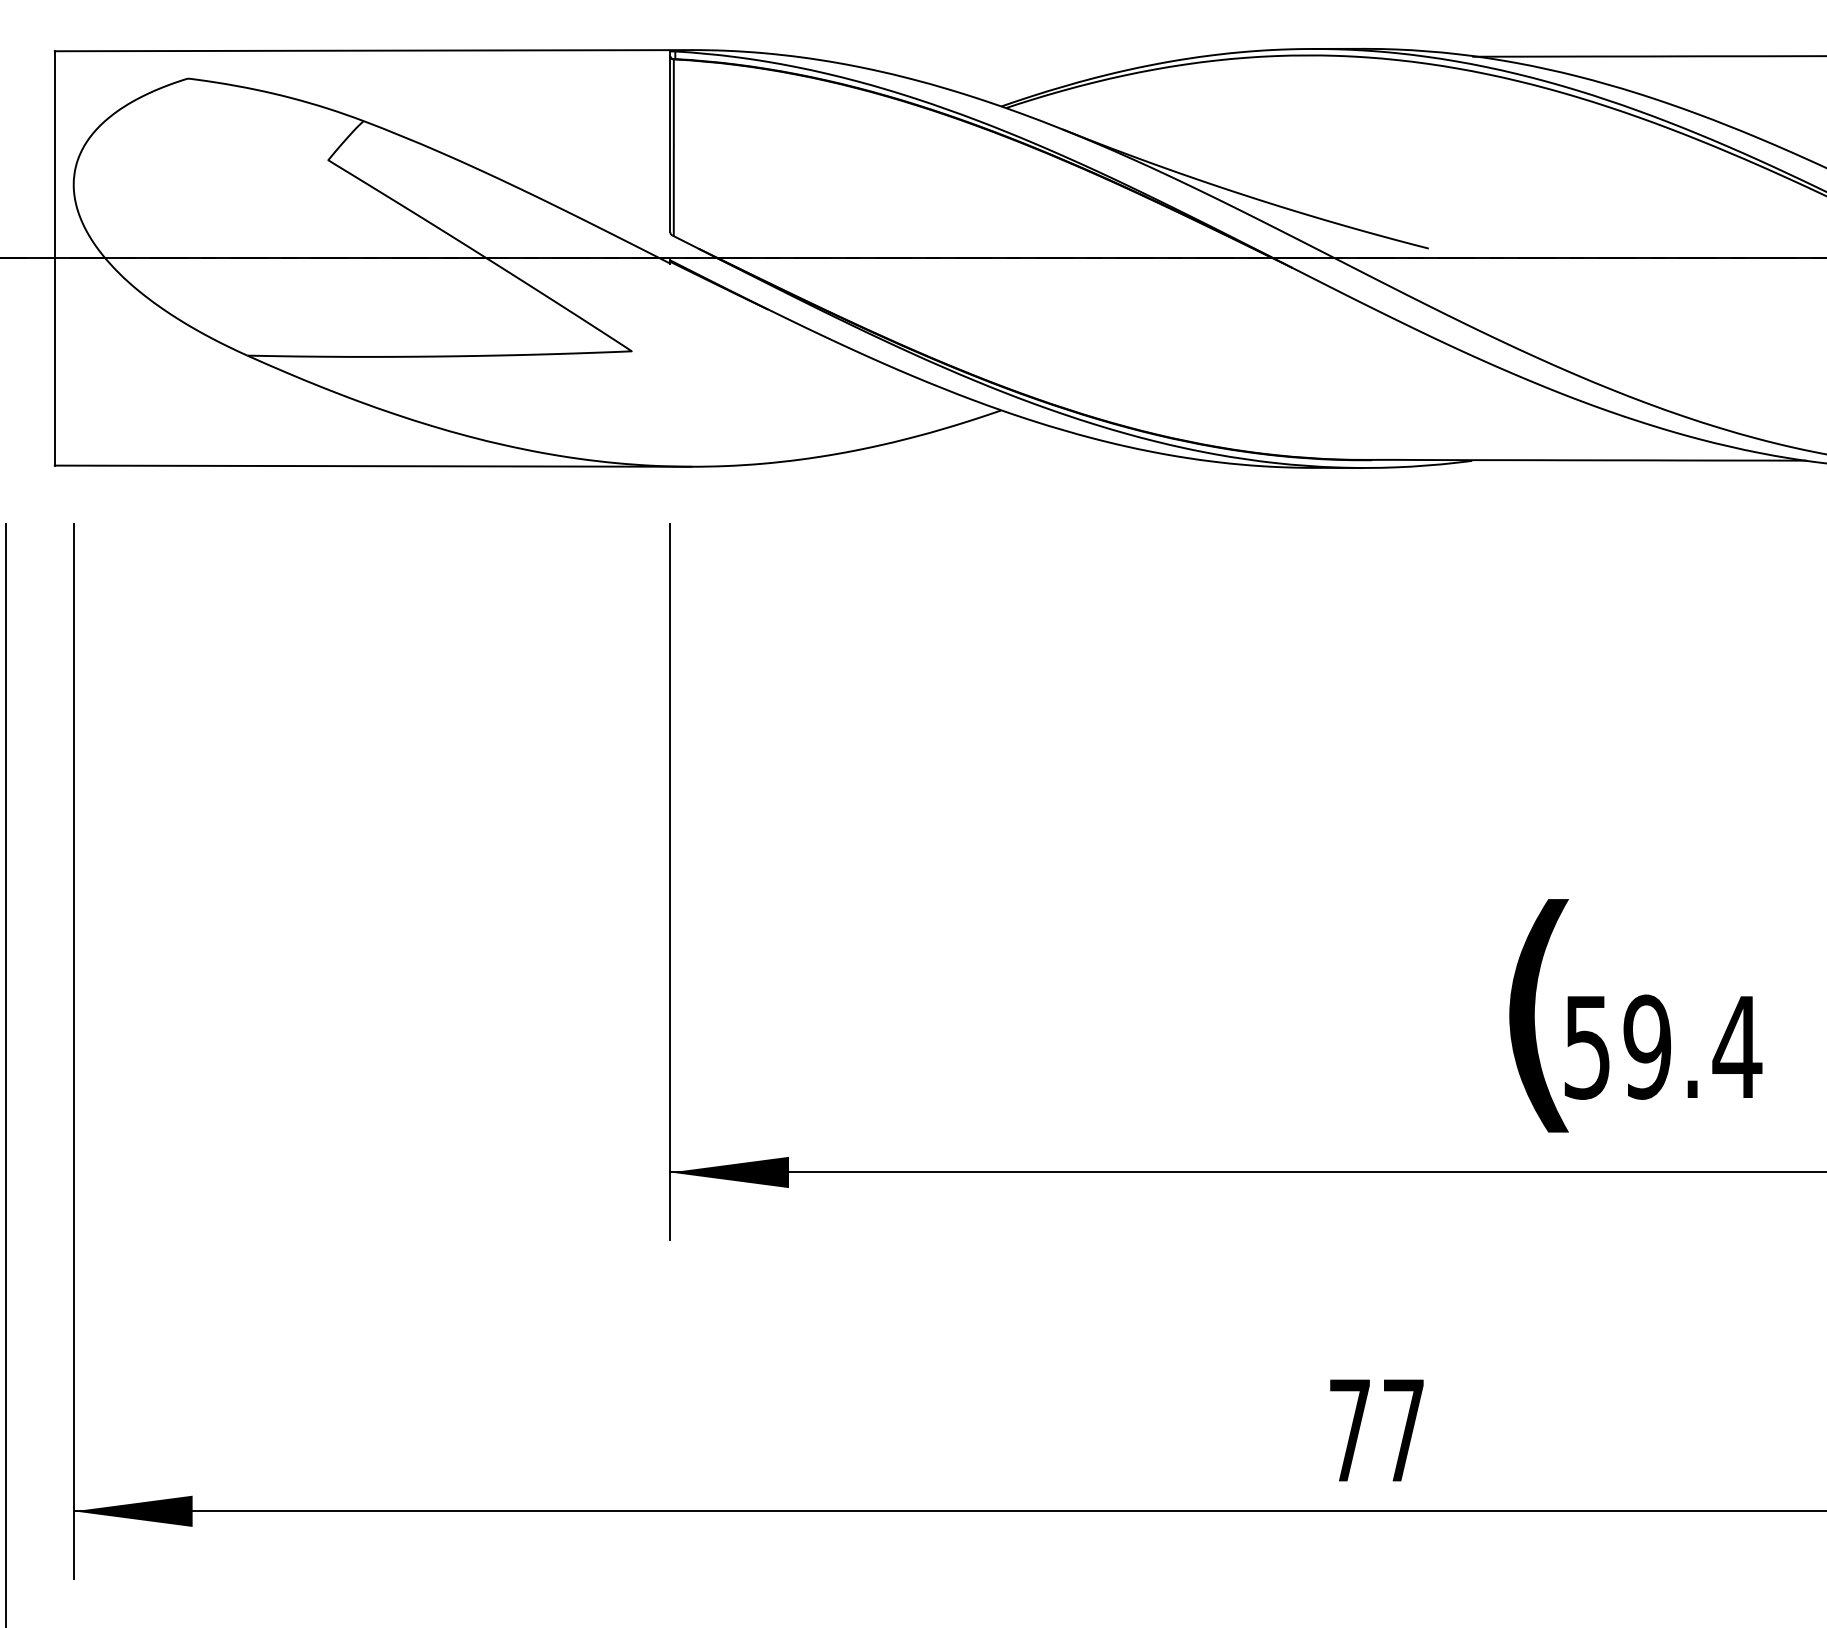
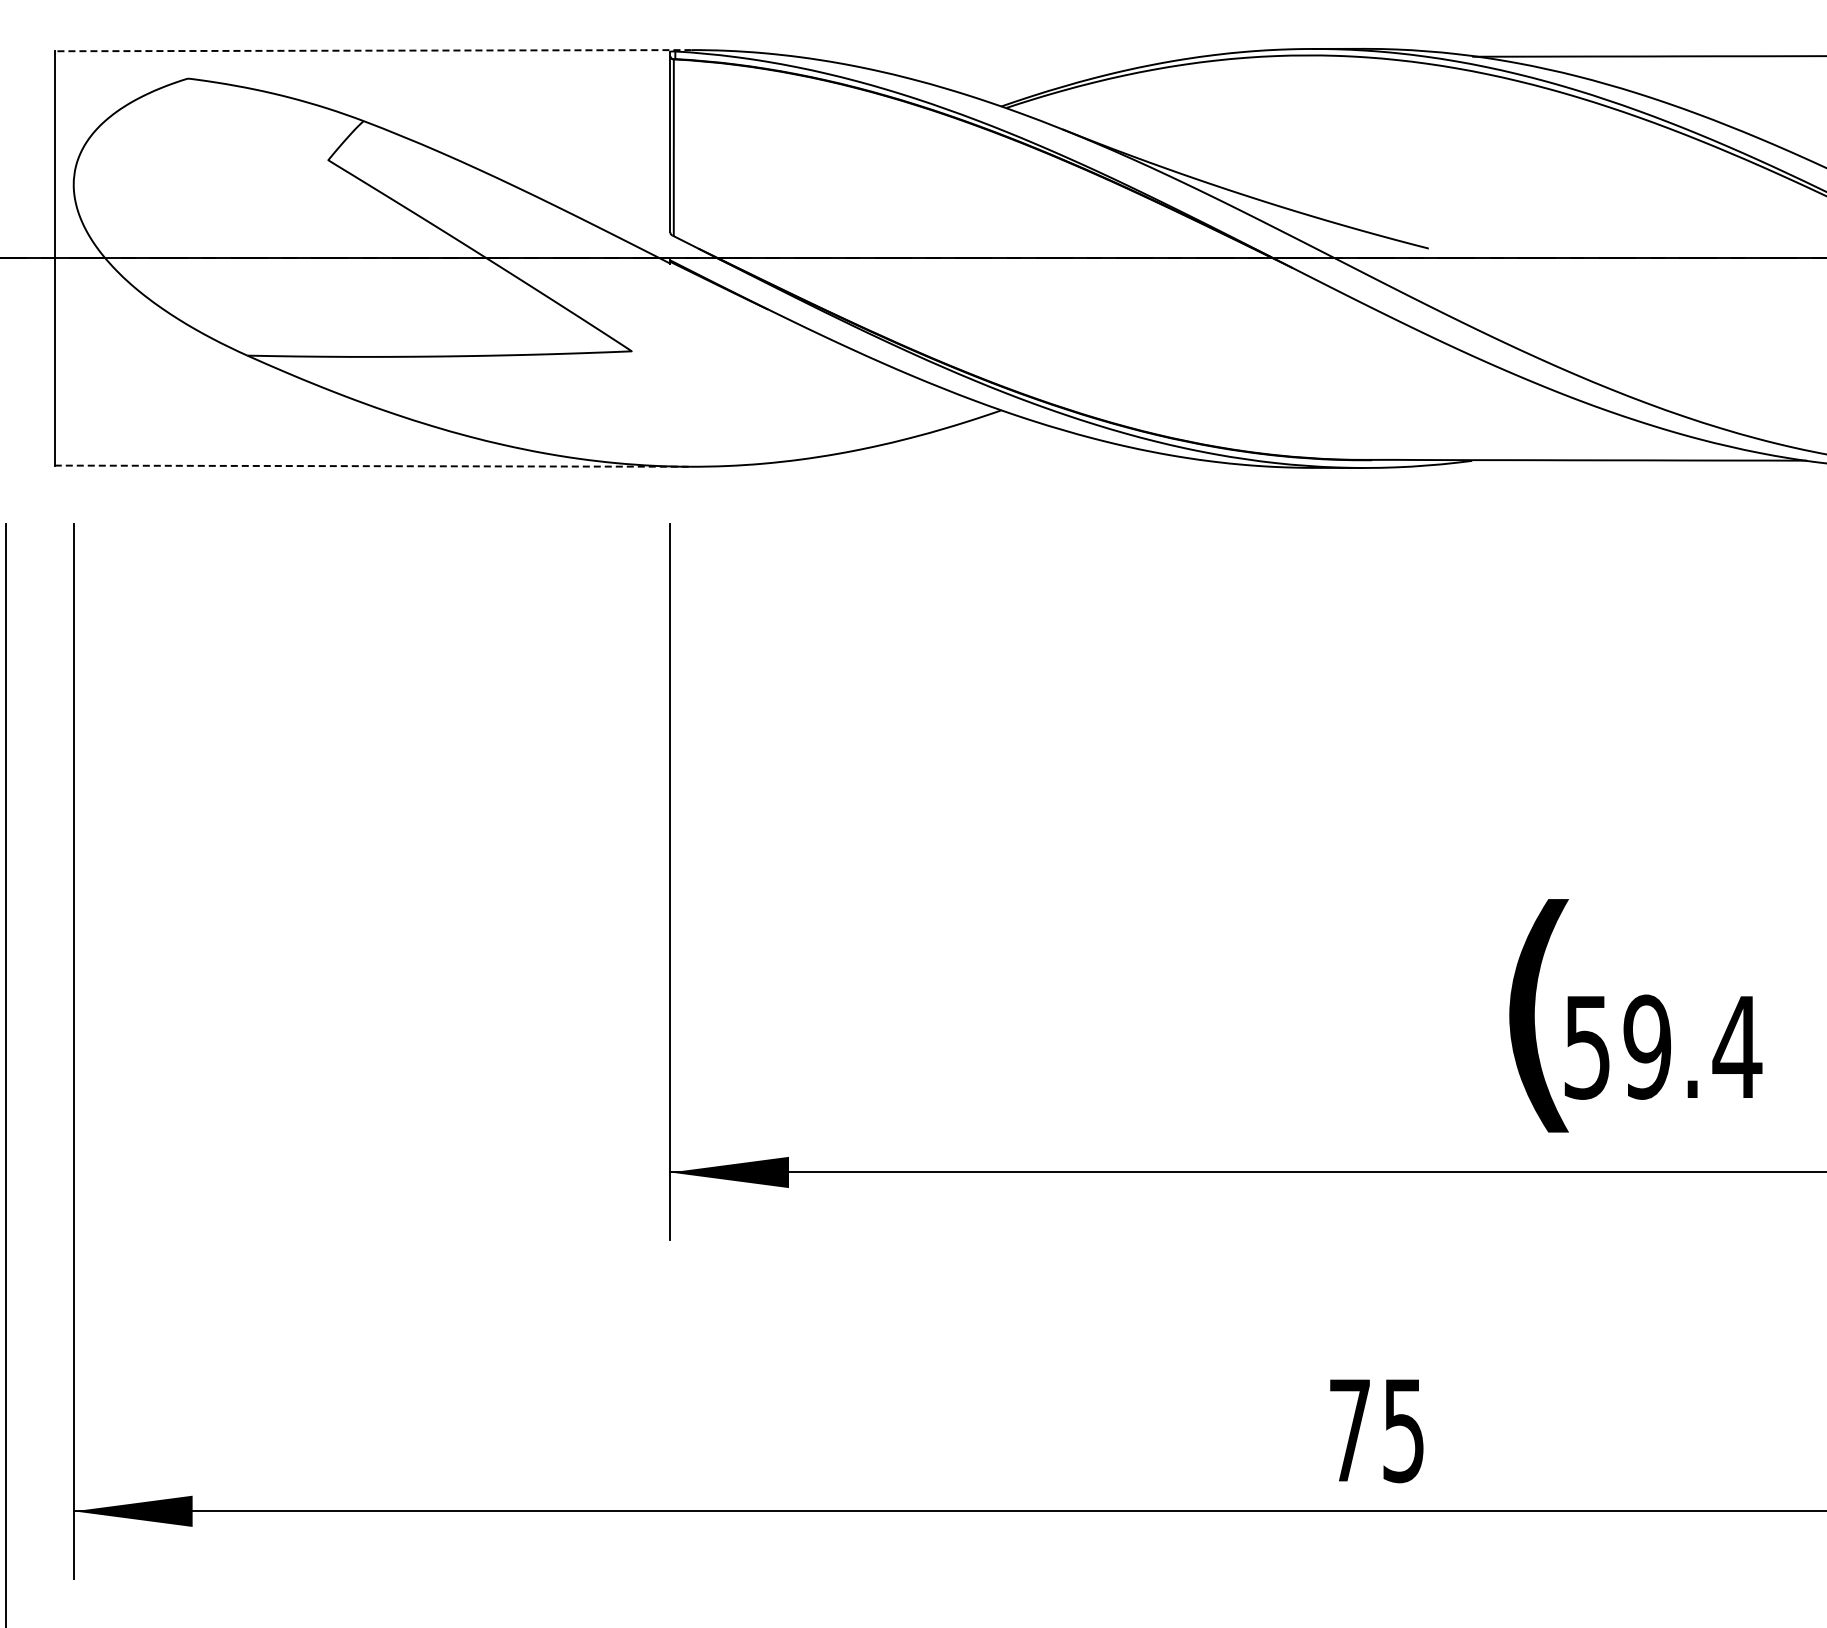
line at (372, 50): solid -> dashed
line at (373, 466): solid -> dashed
text at (1403, 1431): 77 -> 75
